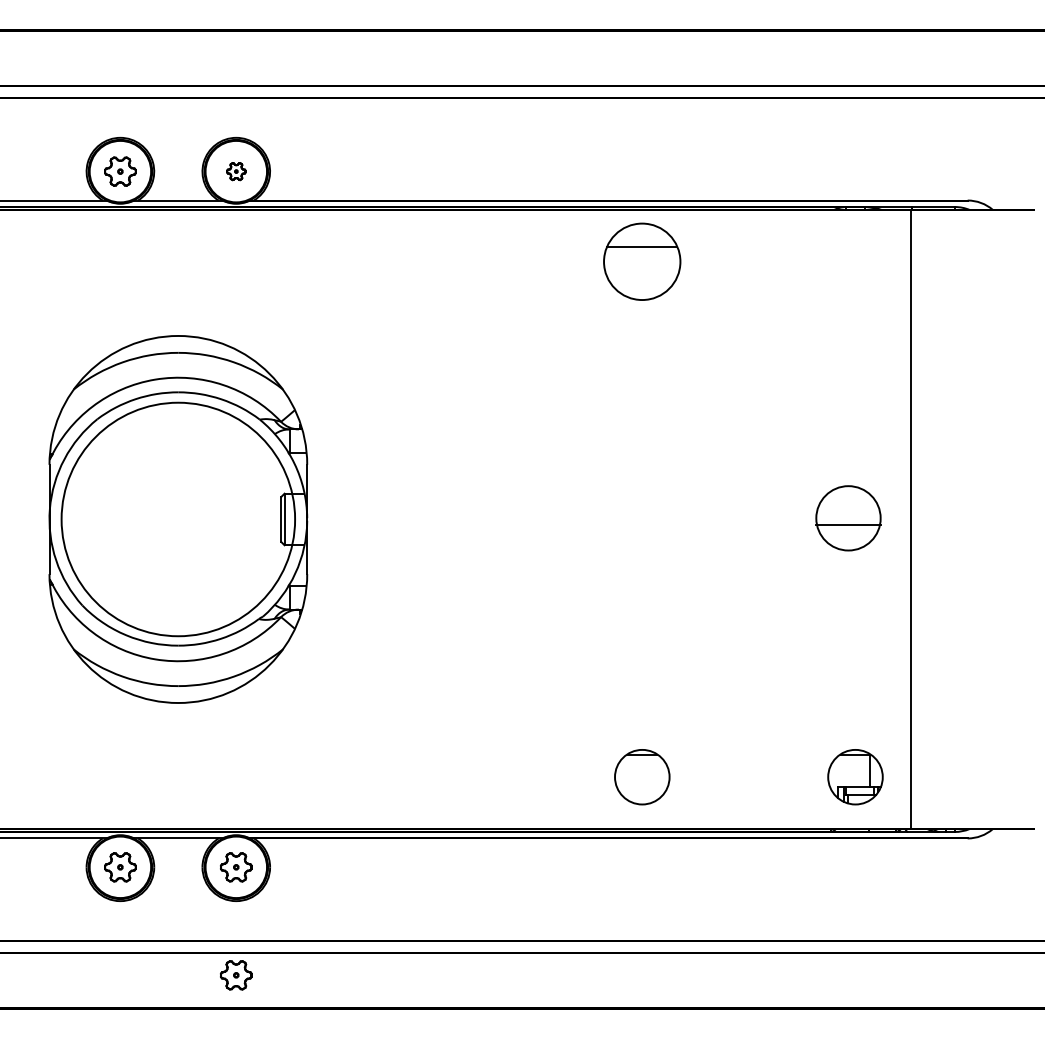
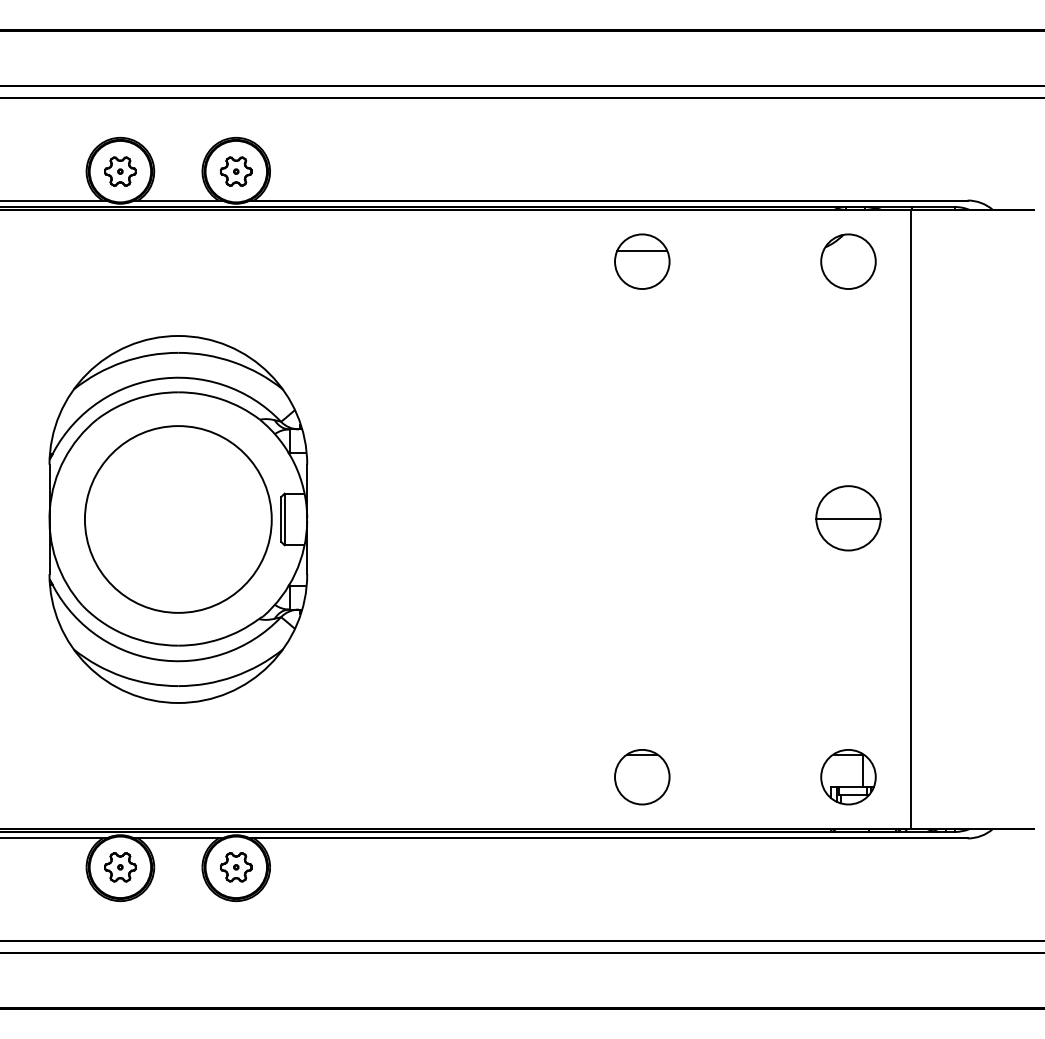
part at (236, 171) size: 21x20 px -> 33x31 px
part at (642, 261) size: 79x79 px -> 57x57 px
part at (848, 261): none -> present
circle at (178, 519) diameter: 234 px -> 187 px
line at (848, 525) position: (848, 525) -> (848, 519)
part at (855, 777) position: (855, 777) -> (848, 777)
part at (236, 975): present -> none
